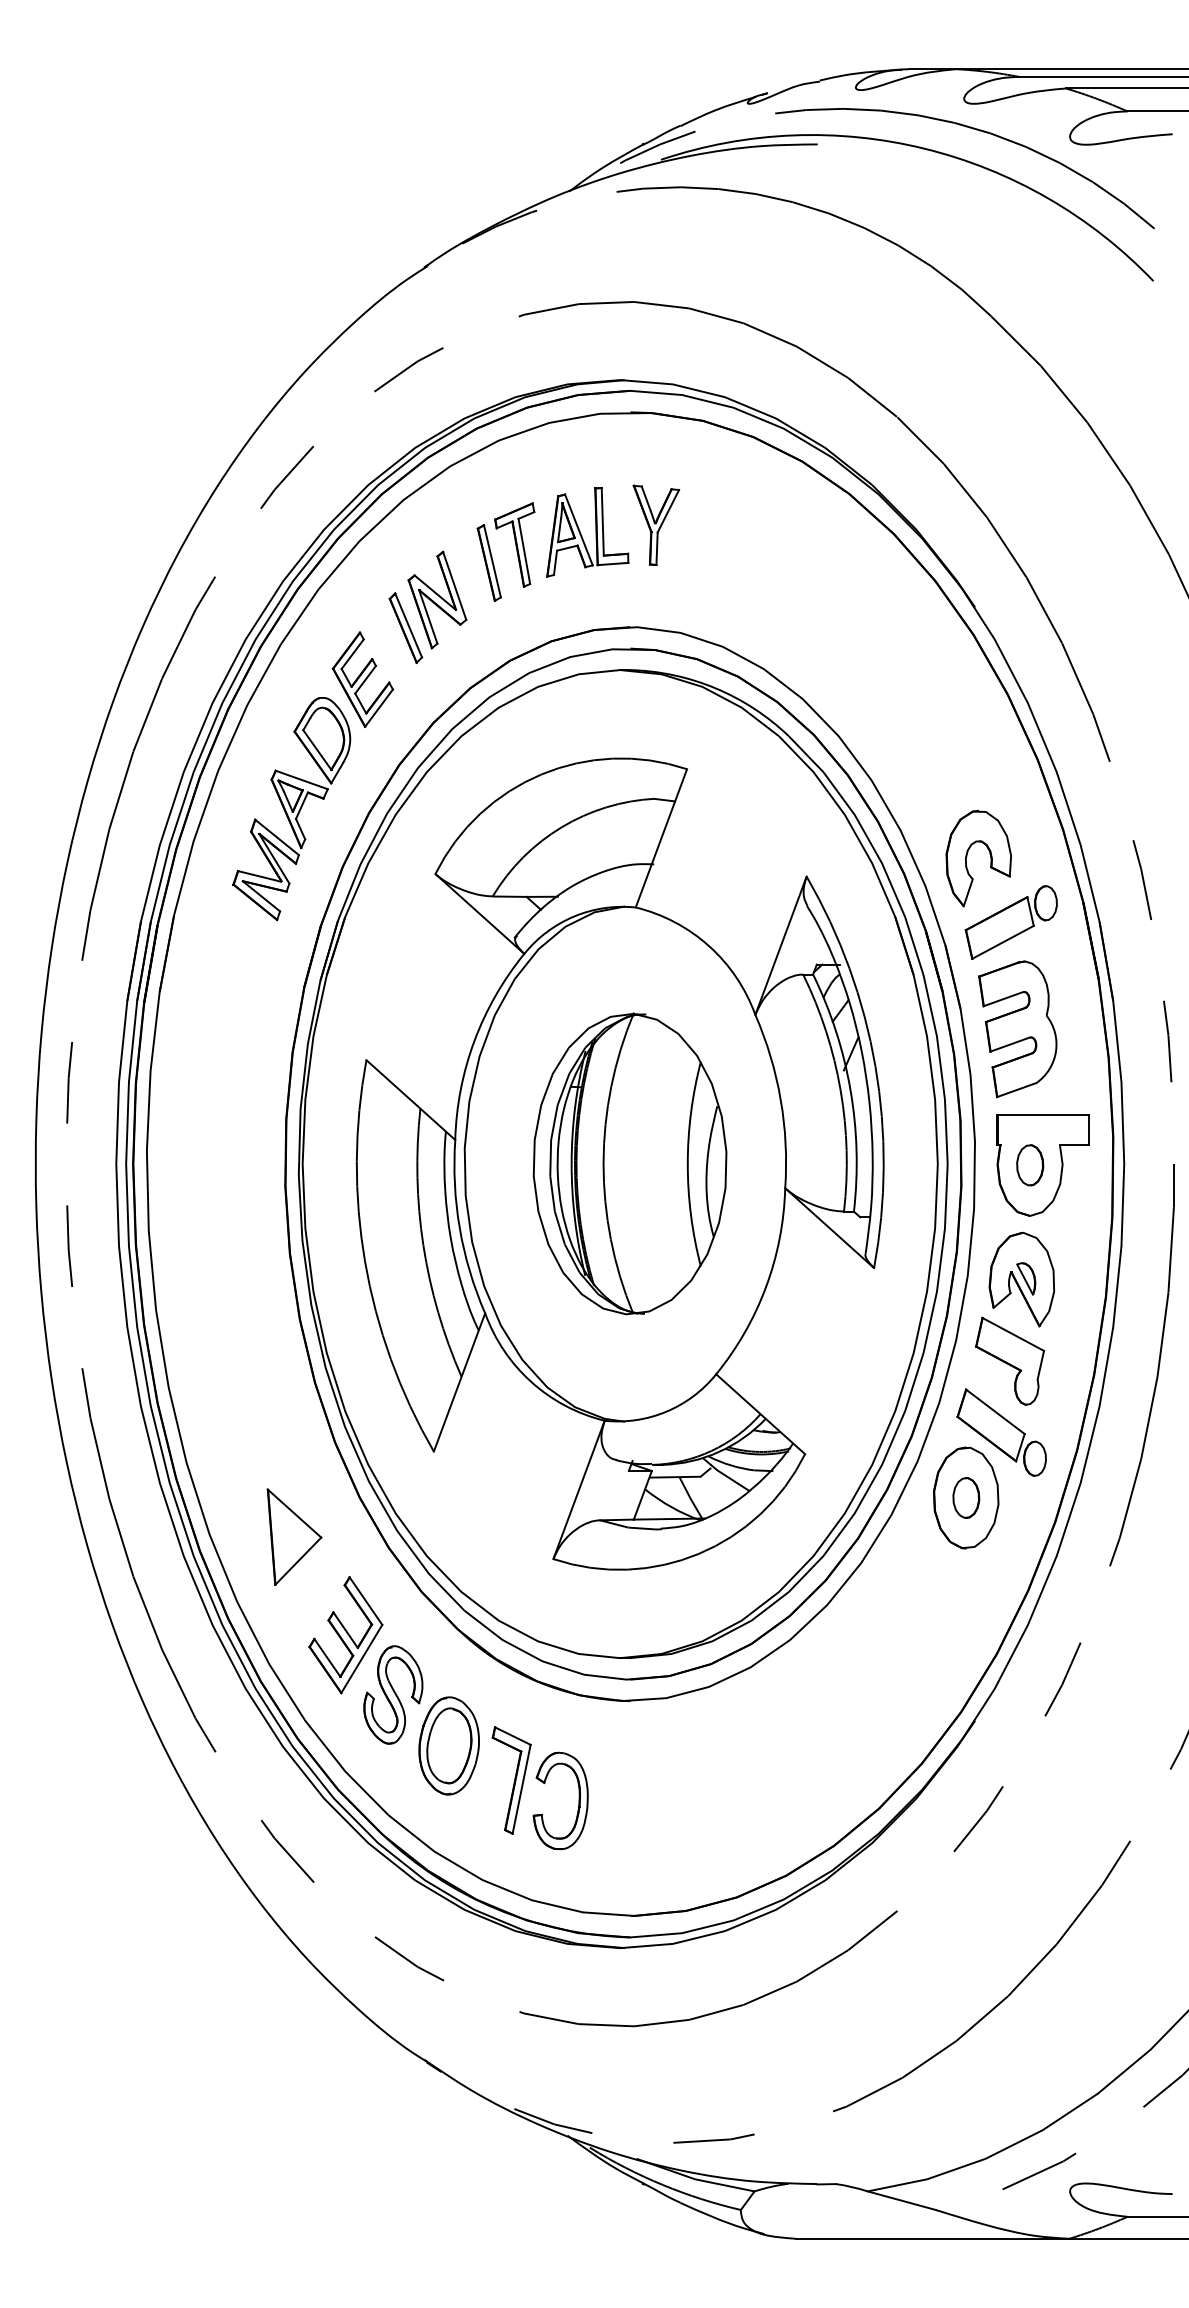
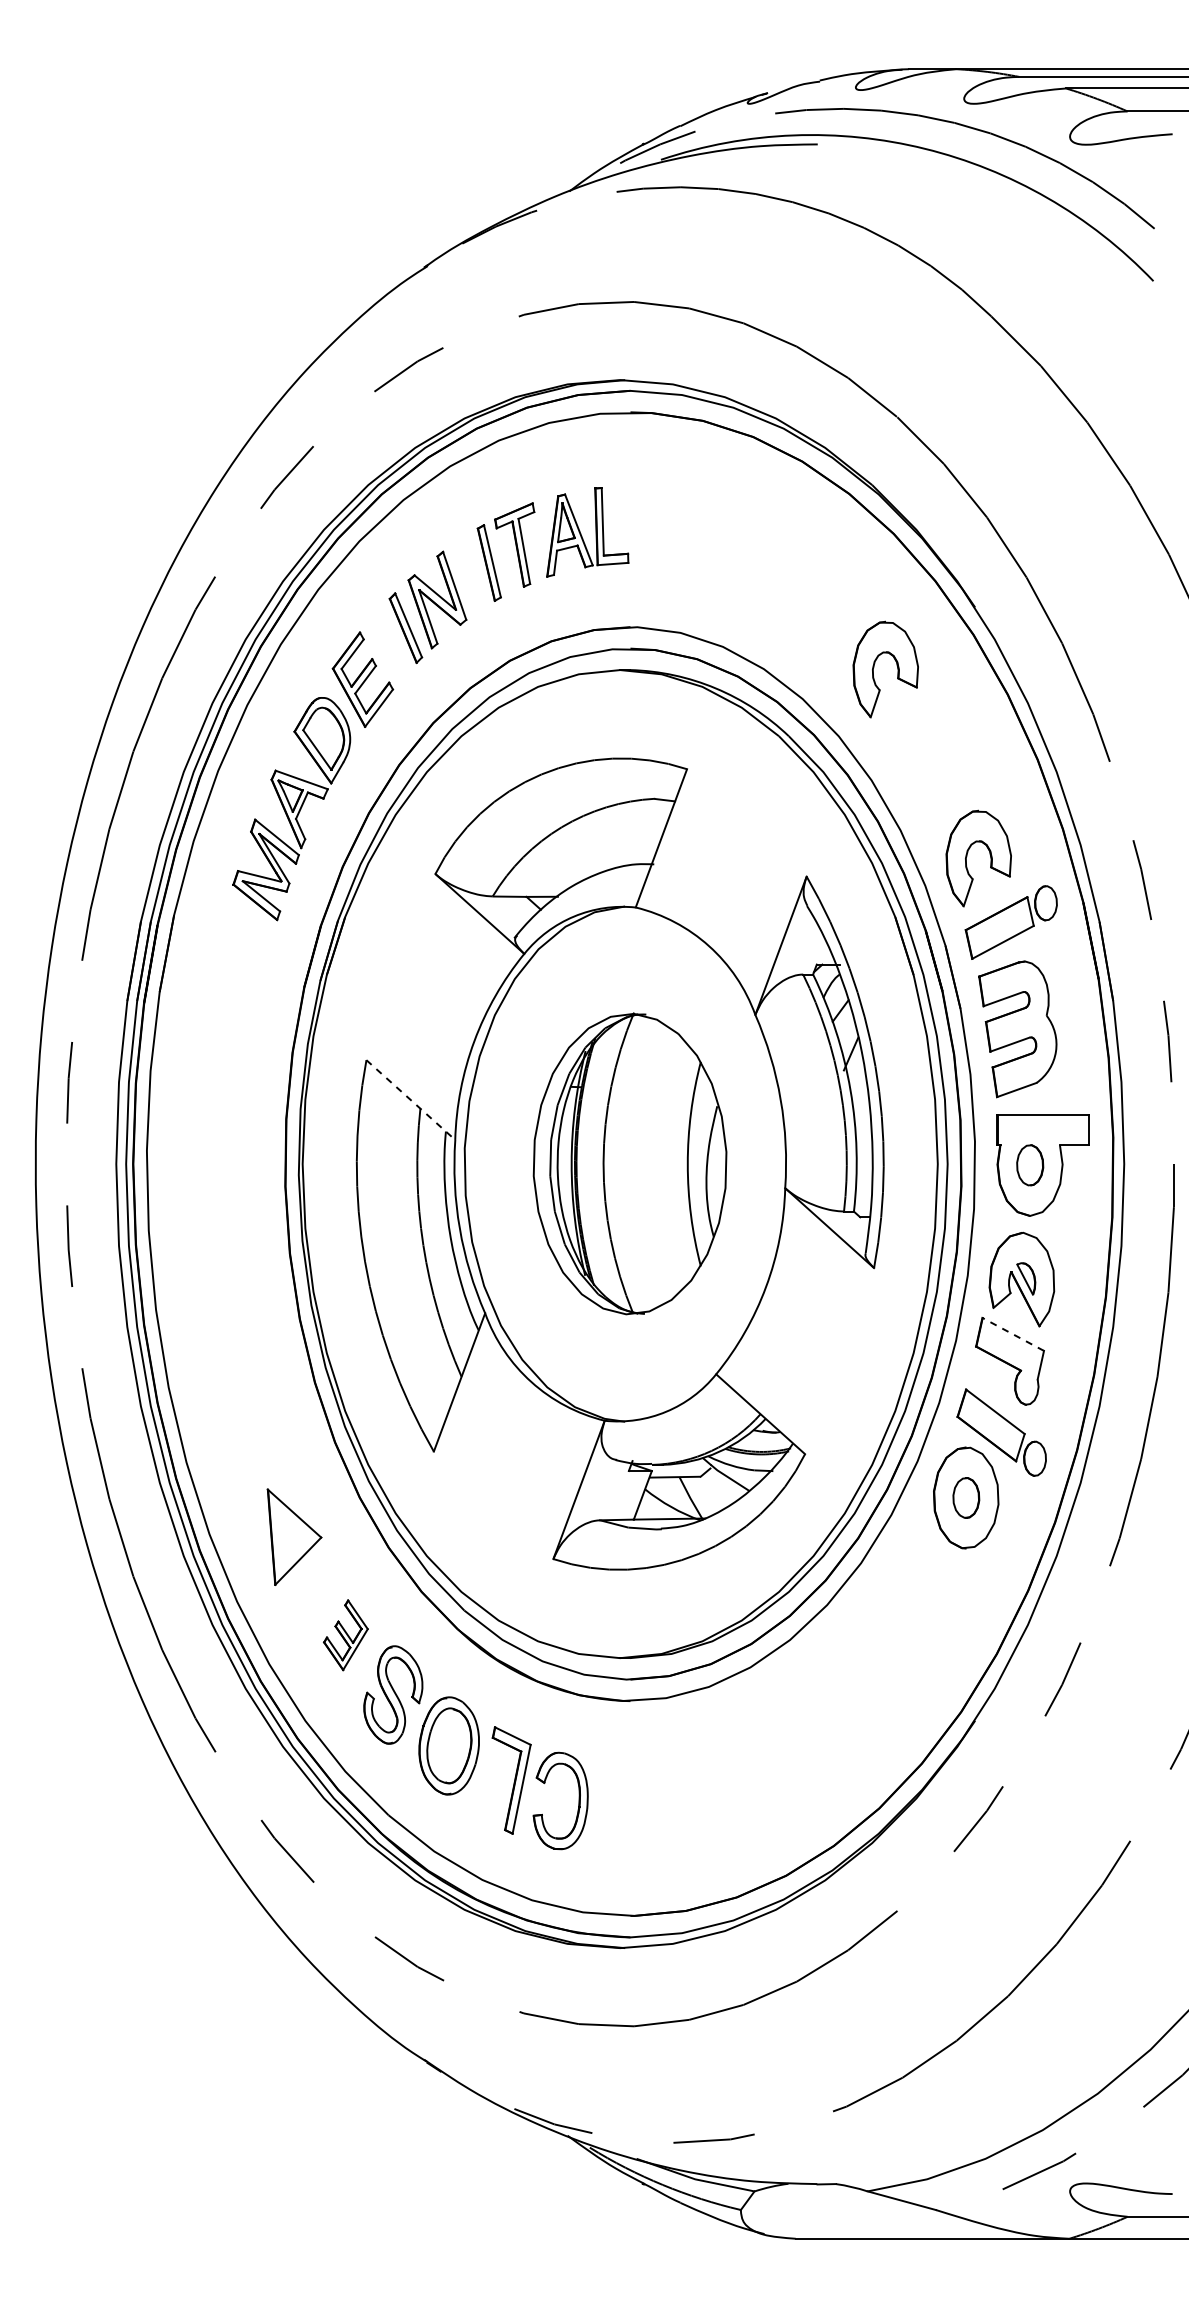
part at (656, 524): present -> none
part at (874, 667): none -> present
line at (410, 1100): solid -> dashed
line at (1013, 1334): solid -> dashed
part at (345, 1635) size: 76x119 px -> 46x73 px
